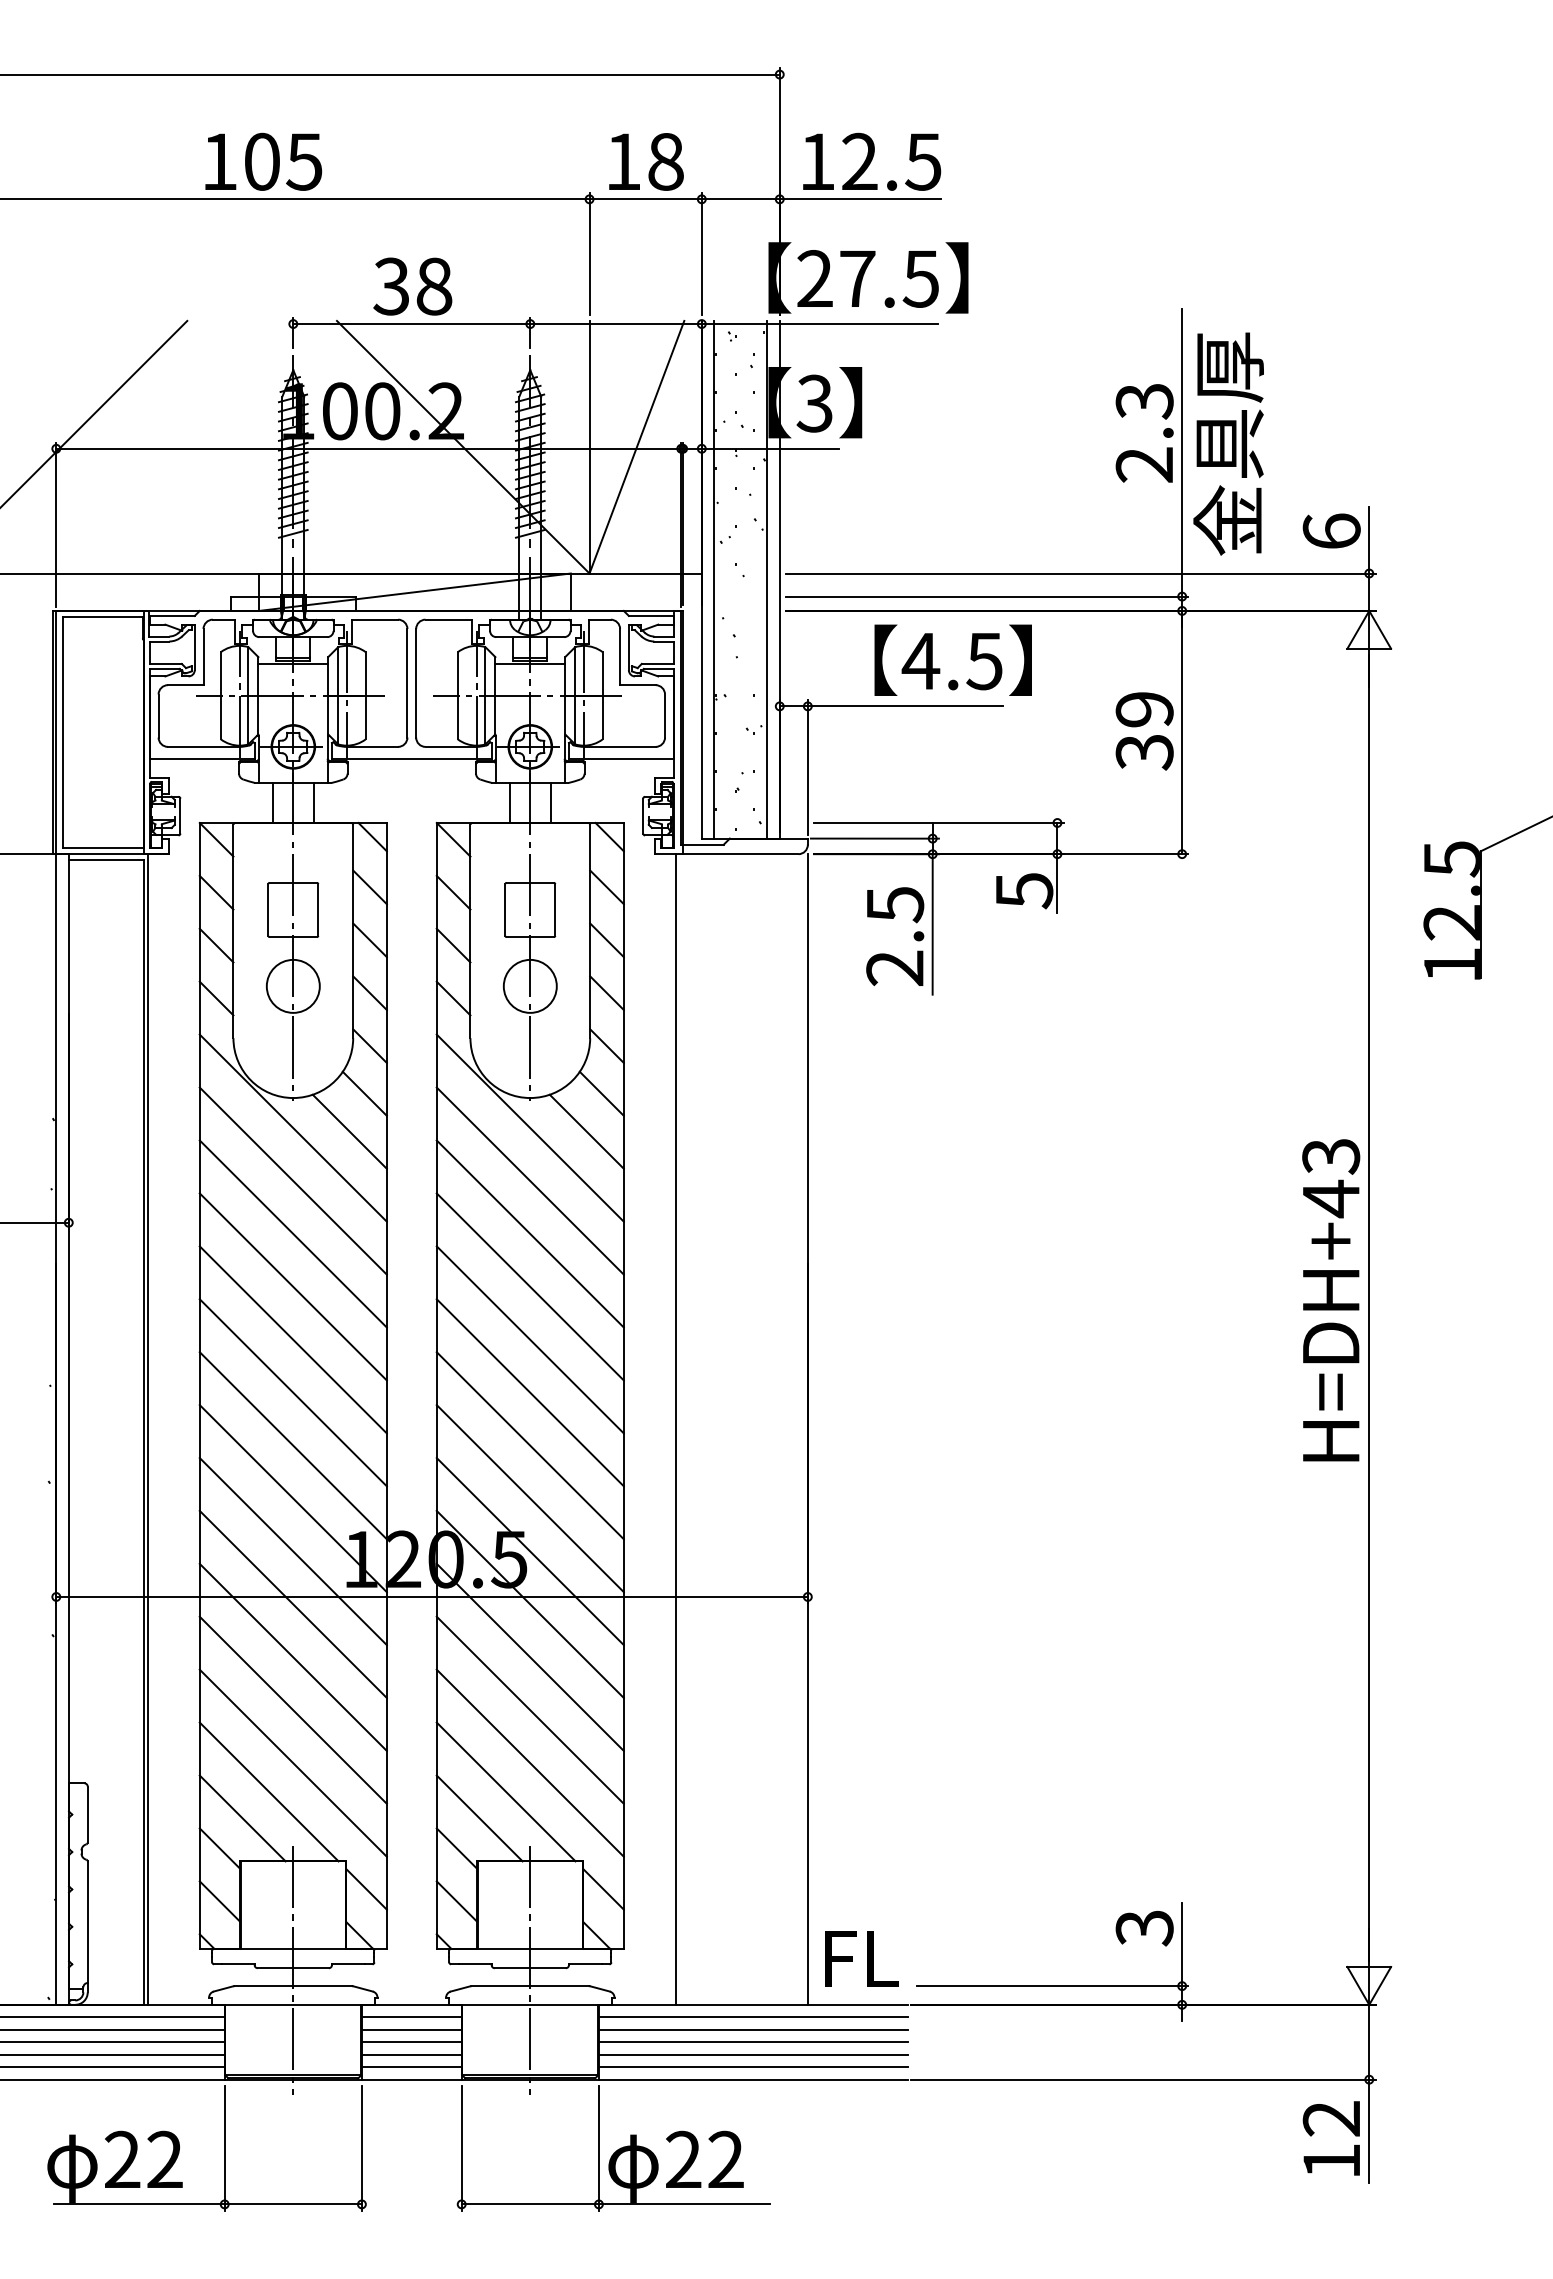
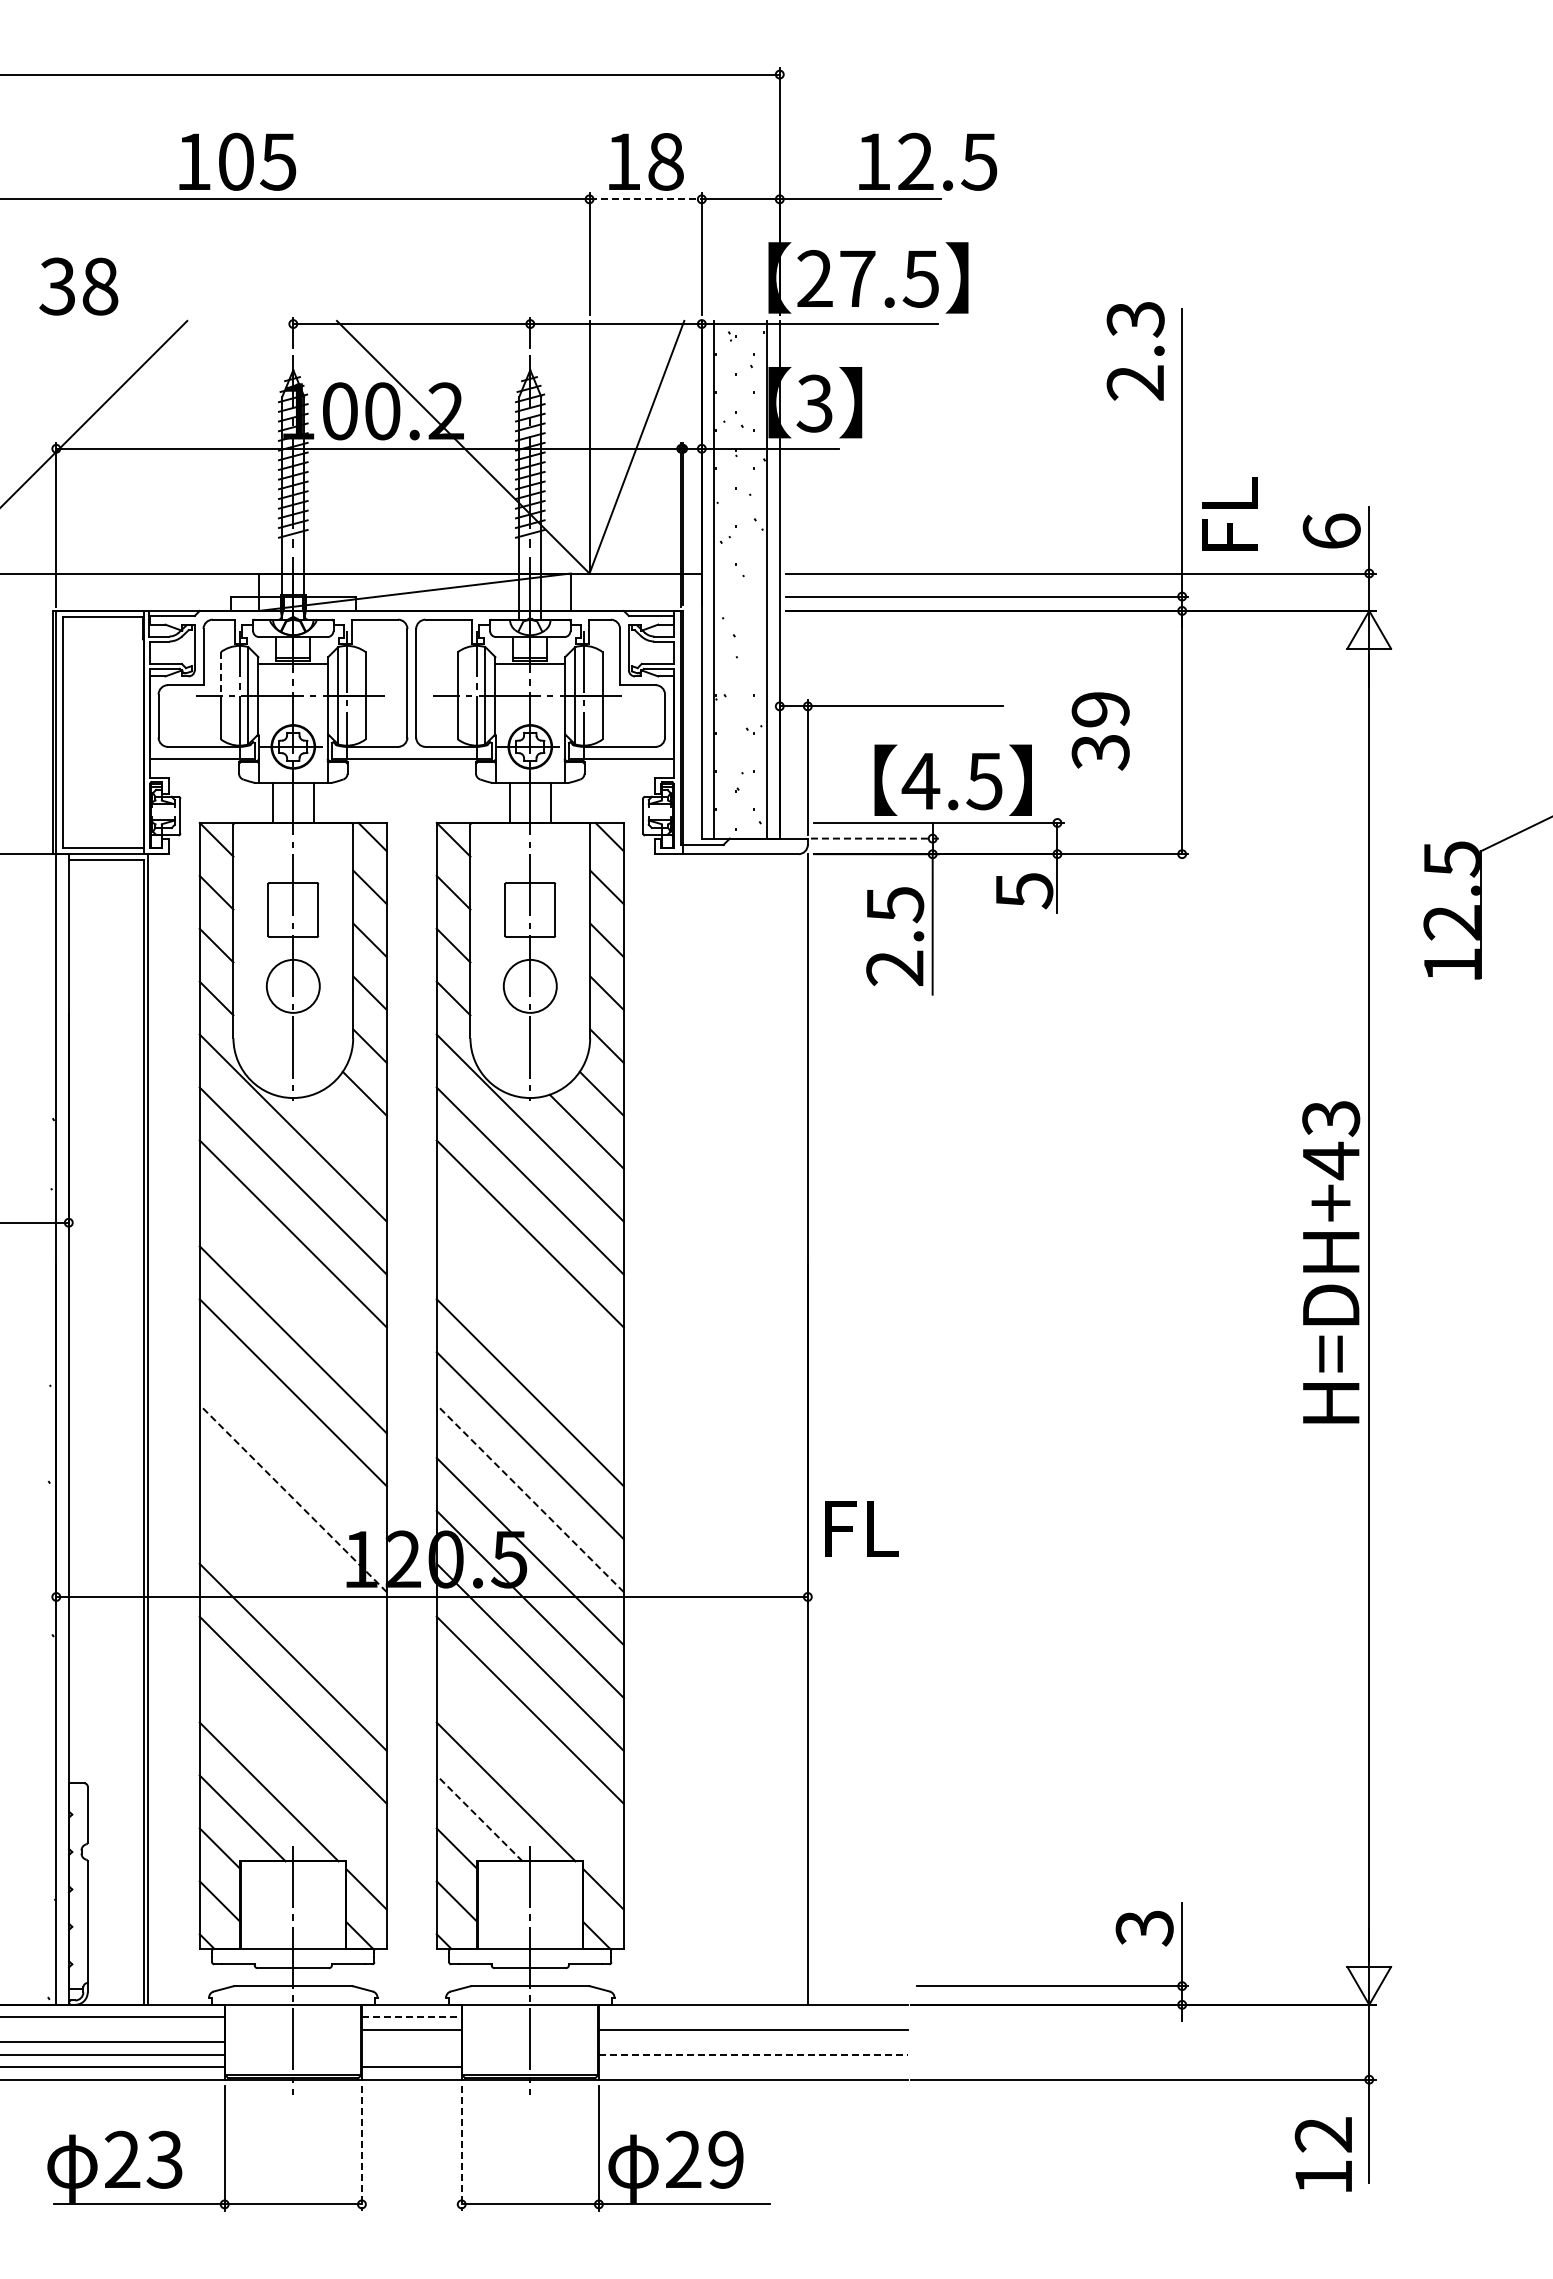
text at (263, 161) position: (263, 161) -> (237, 161)
text at (872, 161) position: (872, 161) -> (928, 161)
line at (646, 199): solid -> dashed
text at (412, 286) position: (412, 286) -> (78, 286)
text at (1144, 433) position: (1144, 433) -> (1135, 351)
text at (1228, 443): 金具厚 -> FL
text at (952, 659) position: (952, 659) -> (952, 779)
line at (220, 673): solid -> dashed
text at (1144, 731) position: (1144, 731) -> (1100, 731)
line at (874, 838): solid -> dashed
line at (349, 1131): present -> none
line at (292, 1286): present -> none
line at (529, 1286): present -> none
text at (1331, 1300) position: (1331, 1300) -> (1331, 1262)
line at (529, 1339): present -> none
line at (675, 1429): present -> none
line at (292, 1445): present -> none
line at (292, 1498): solid -> dashed
line at (529, 1498): solid -> dashed
line at (292, 1551): present -> none
line at (292, 1604): present -> none
line at (292, 1762): present -> none
line at (529, 1762): present -> none
line at (479, 1818): solid -> dashed
text at (861, 1958) position: (861, 1958) -> (861, 1528)
line at (411, 2017): solid -> dashed
line at (752, 2017): present -> none
line at (113, 2029): present -> none
line at (411, 2042): present -> none
line at (752, 2042): present -> none
line at (411, 2054): present -> none
line at (753, 2054): solid -> dashed
line at (752, 2067): present -> none
text at (1330, 2138) position: (1330, 2138) -> (1322, 2154)
line at (361, 2148): solid -> dashed
line at (461, 2148): solid -> dashed
text at (164, 2159): 22 -> 23
text at (725, 2159): 22 -> 29
